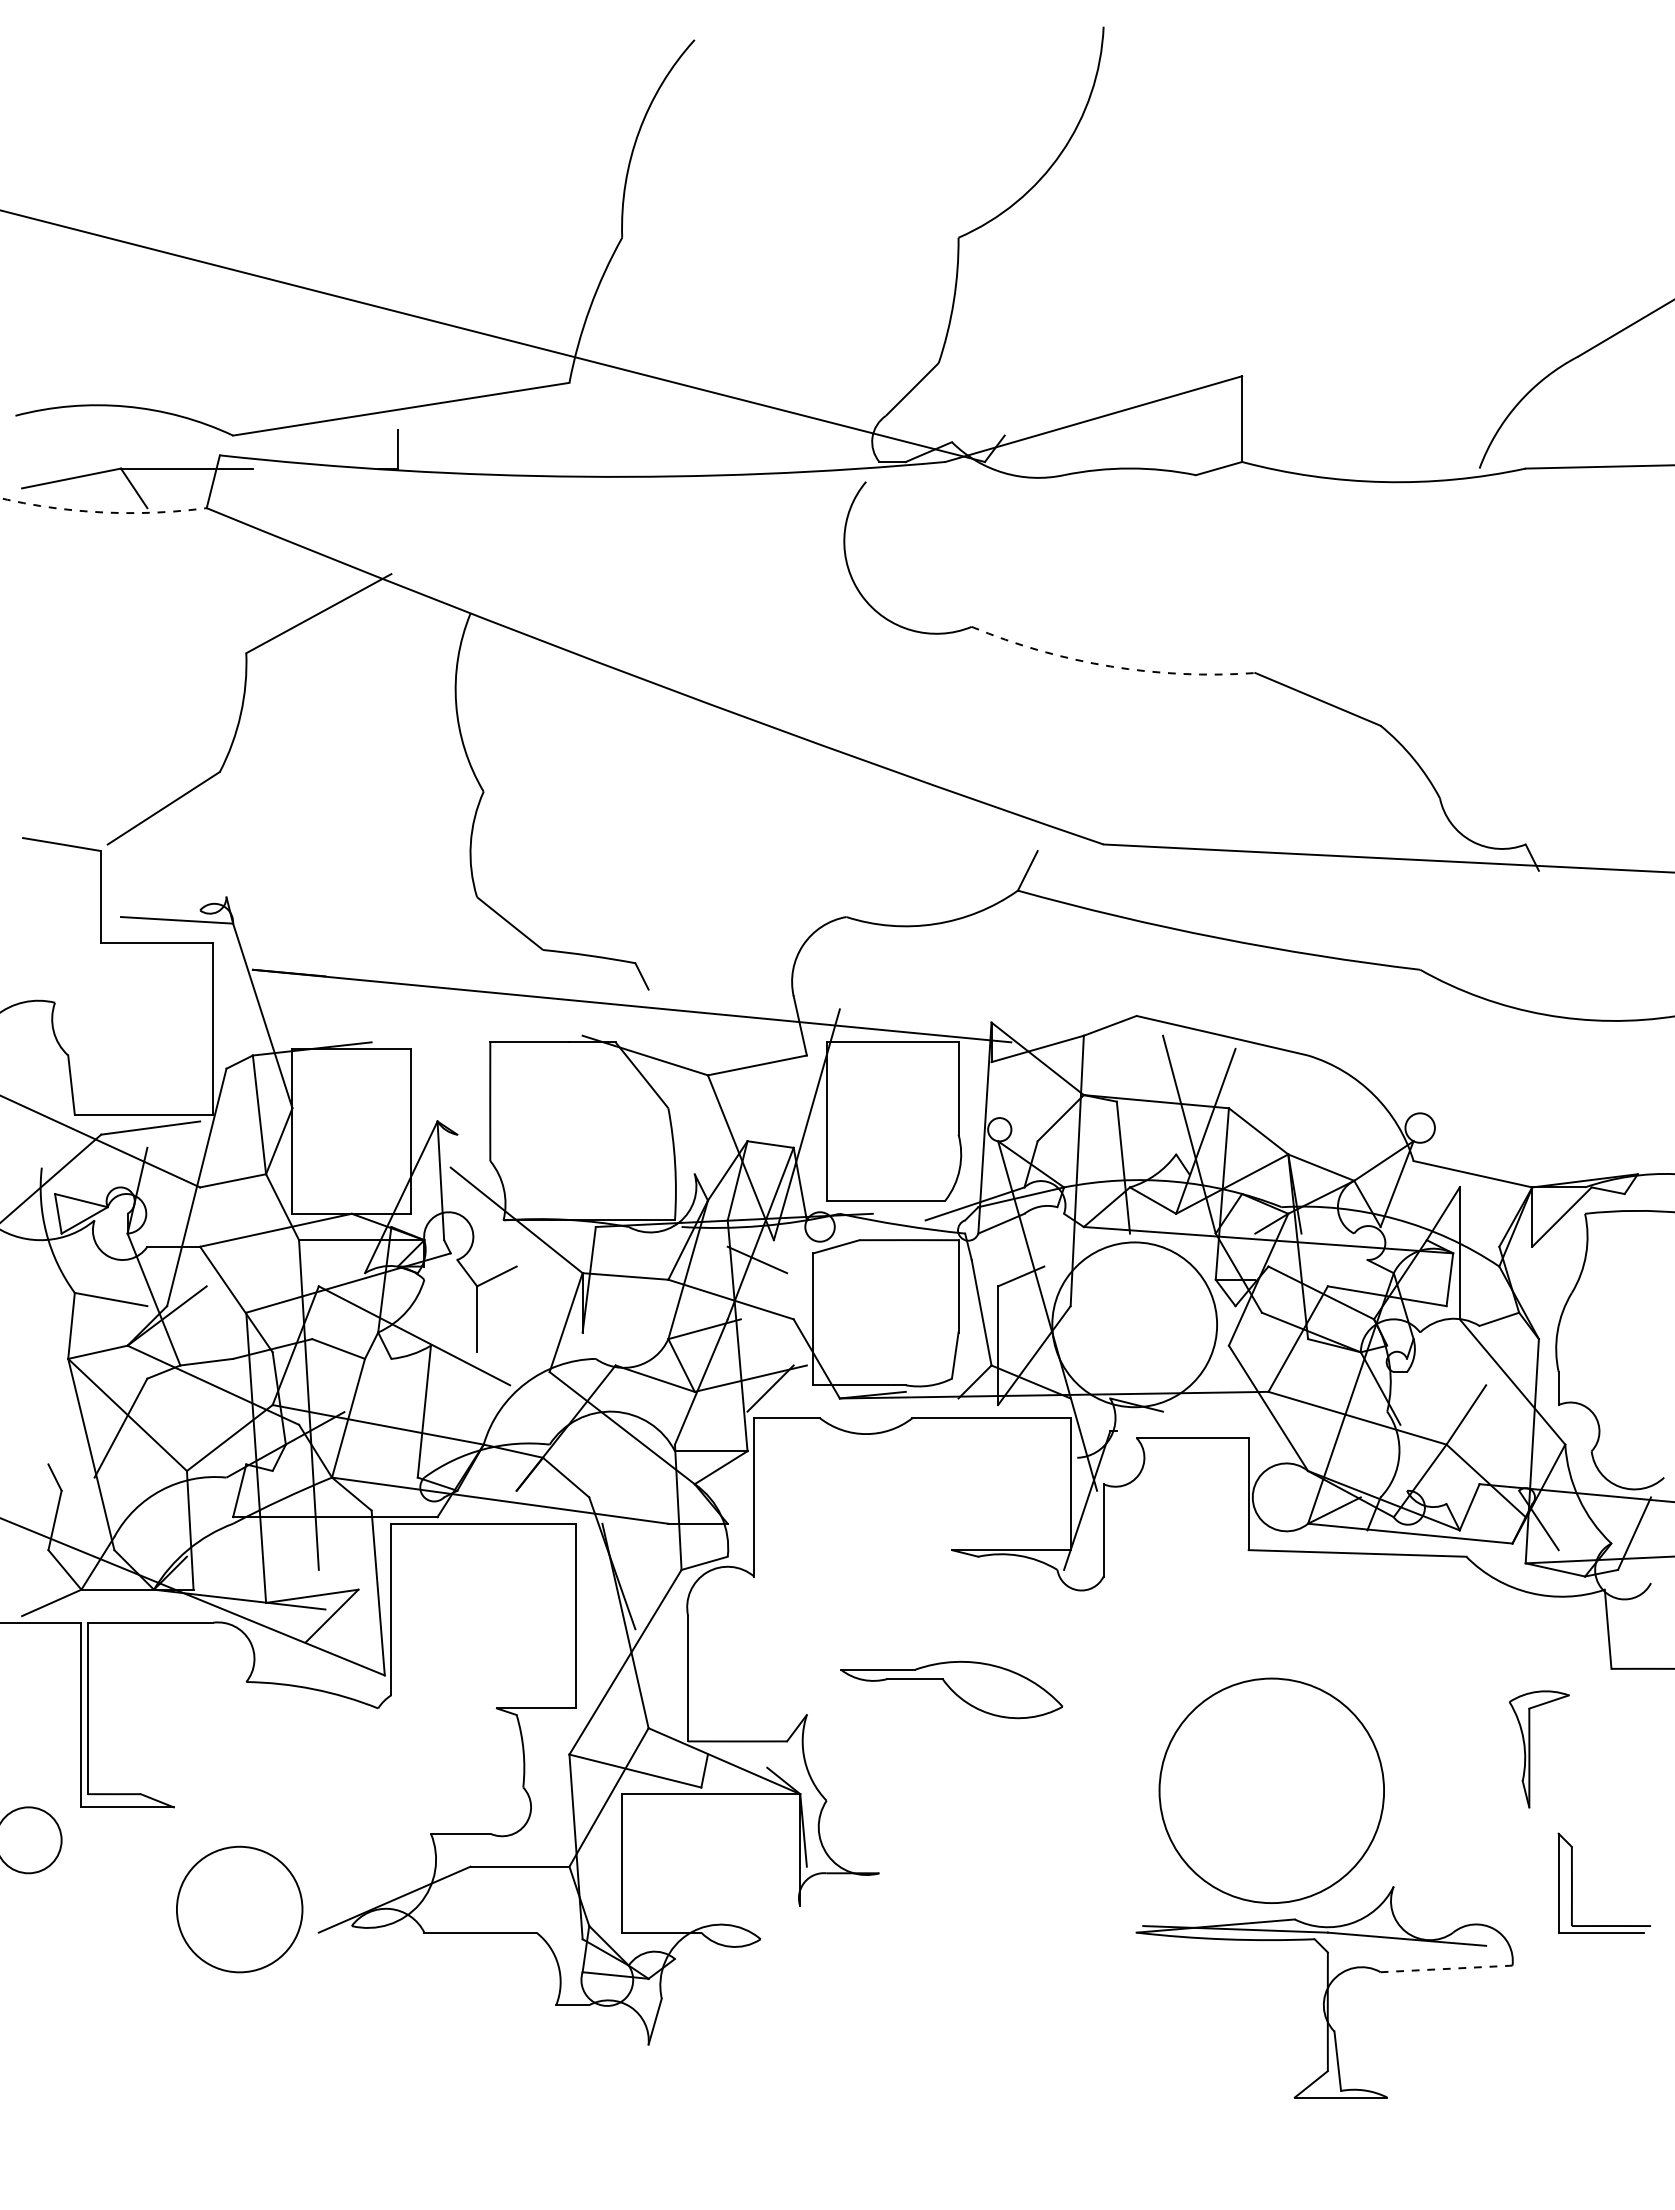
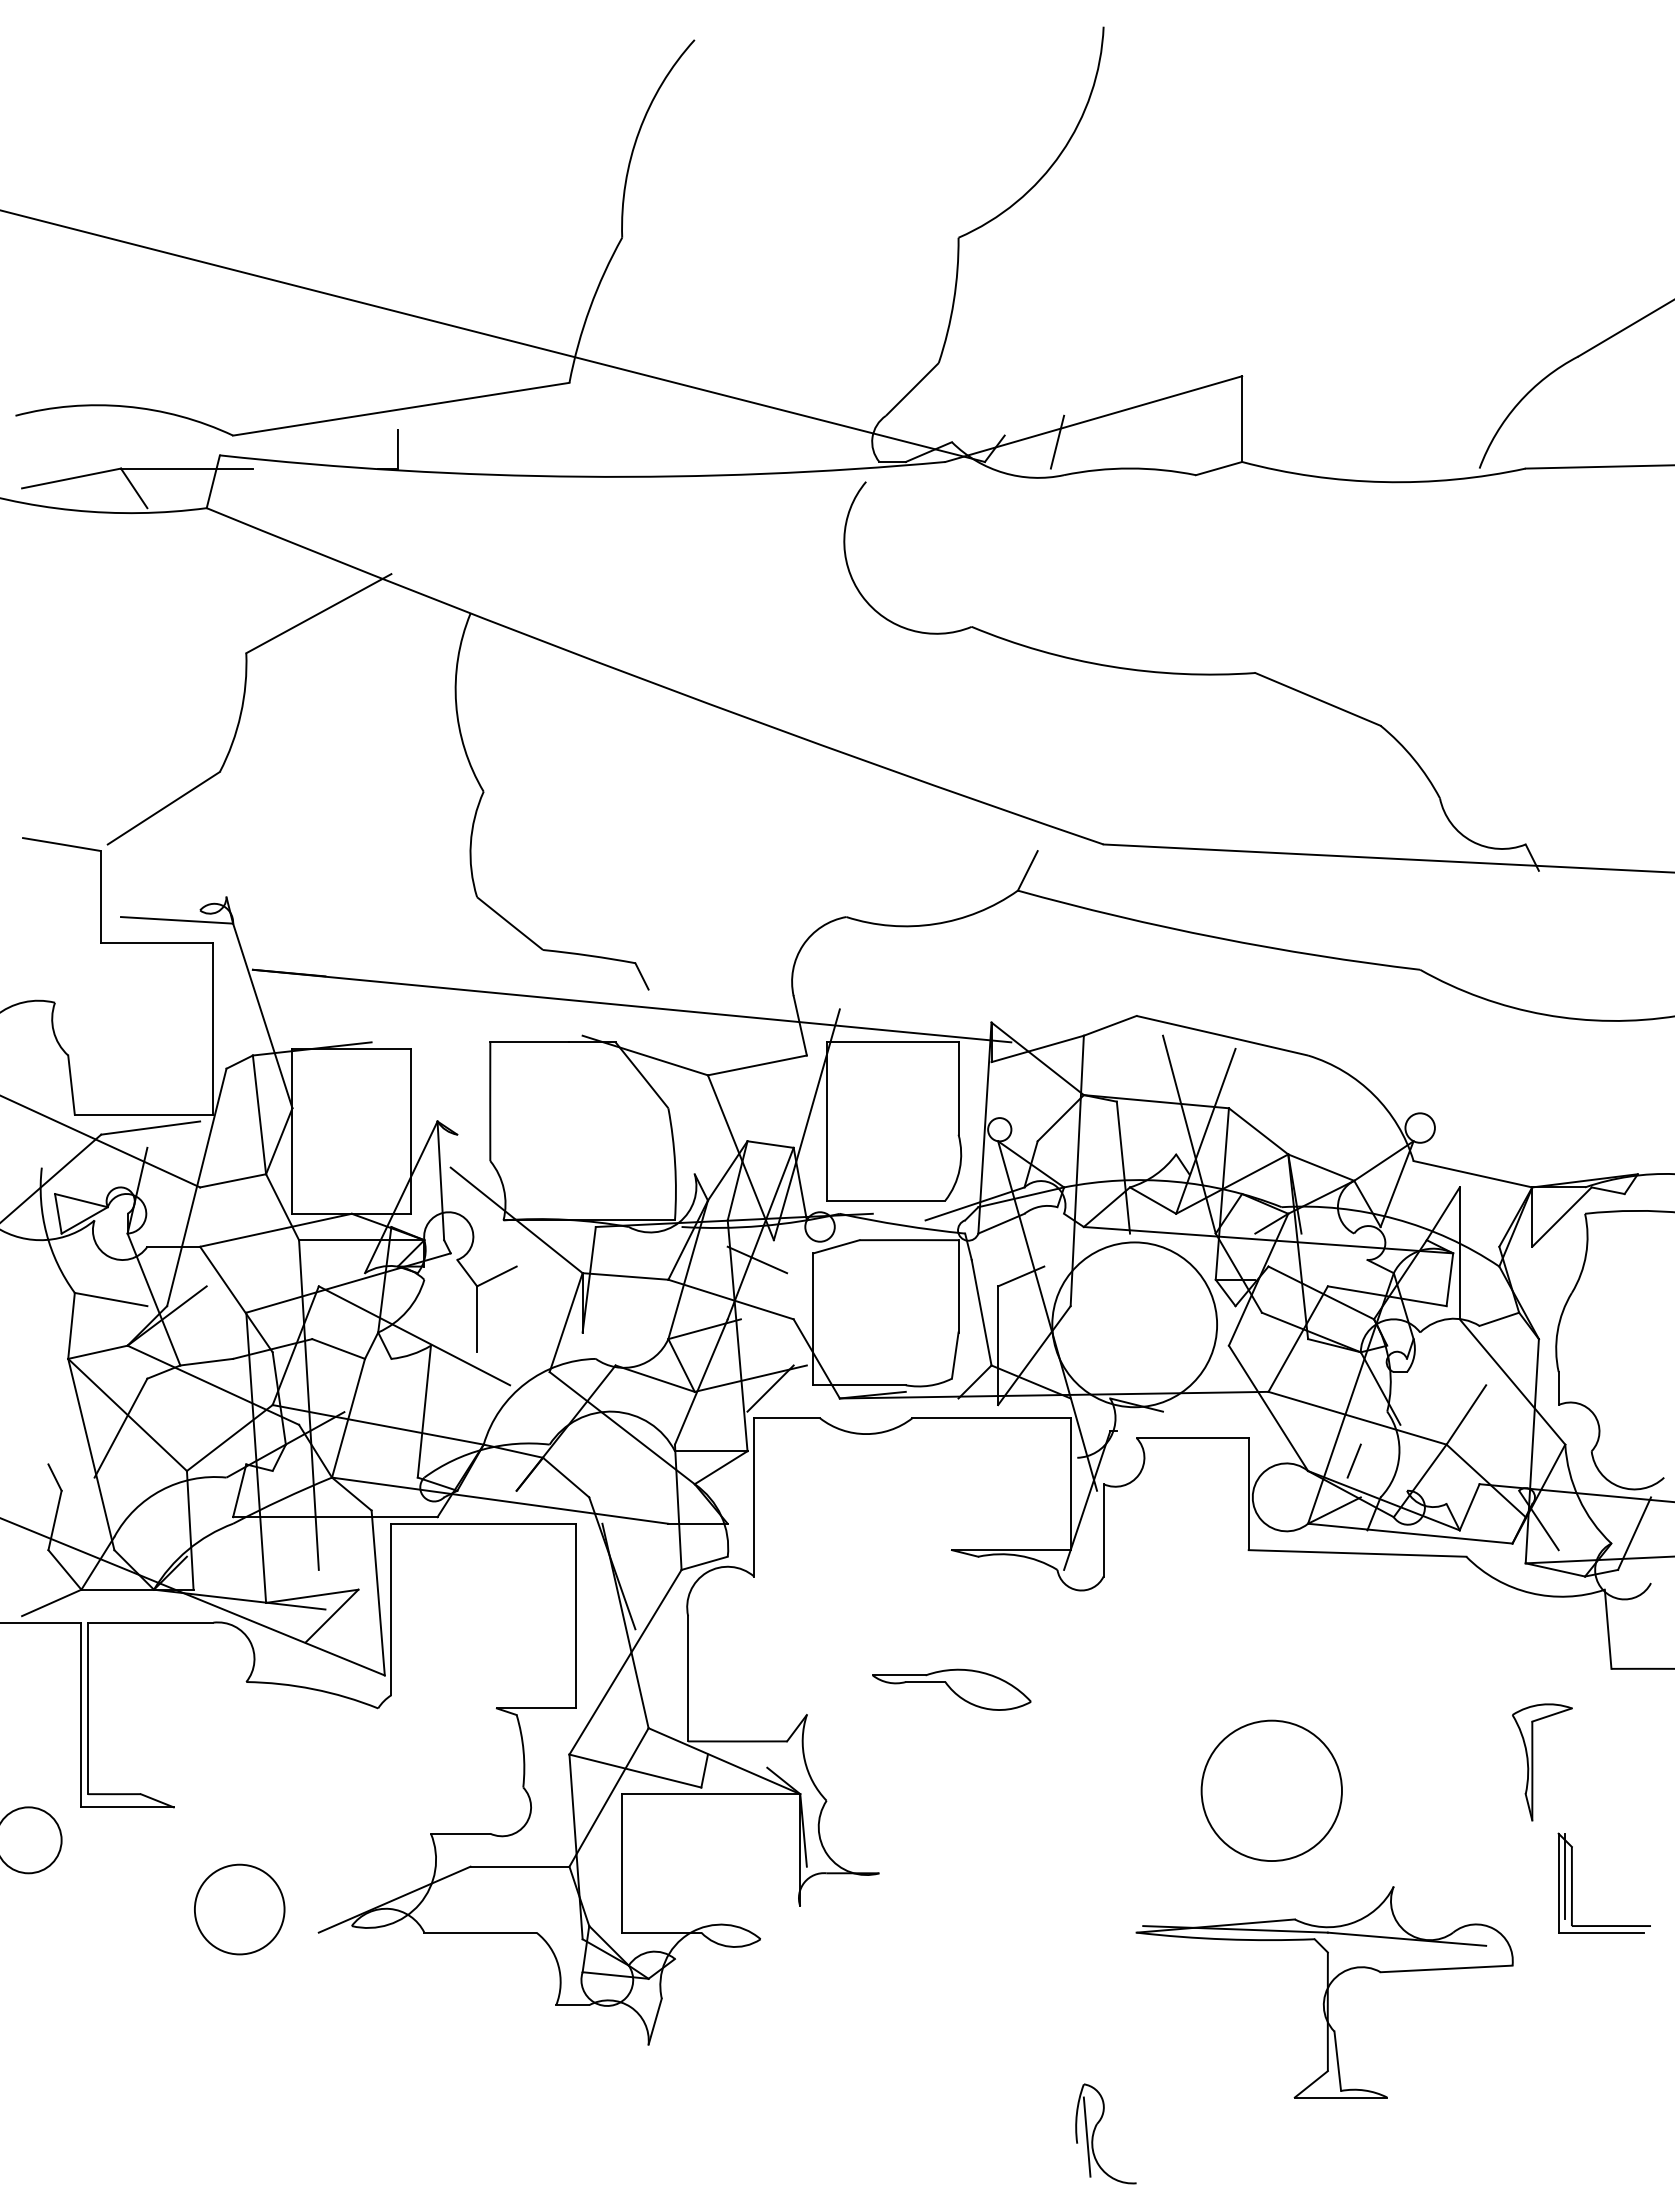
line at (1057, 441): none -> present
arc at (103, 512): dashed -> solid
arc at (1110, 666): dashed -> solid
line at (1353, 1460): none -> present
part at (951, 1689) size: 224x60 px -> 160x43 px
part at (1530, 1749) position: (1530, 1749) -> (1533, 1762)
circle at (1271, 1790) diameter: 225 px -> 140 px
line at (1565, 1876): none -> present
circle at (239, 1909) diameter: 126 px -> 90 px
line at (1447, 1968): dashed -> solid
part at (1095, 2130): none -> present
